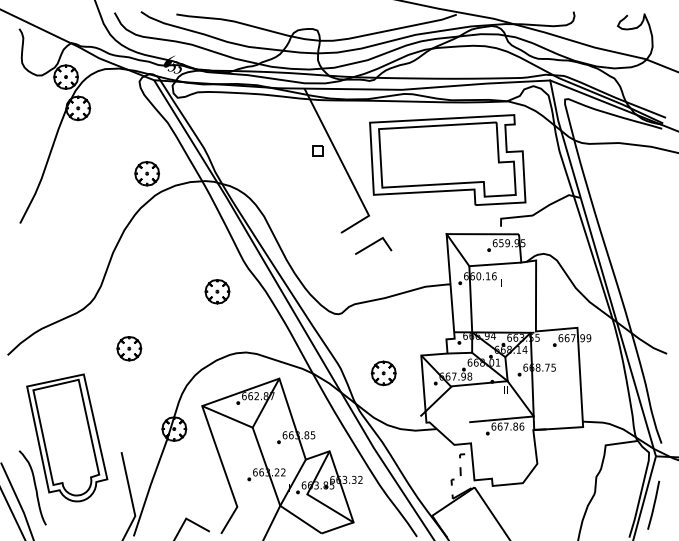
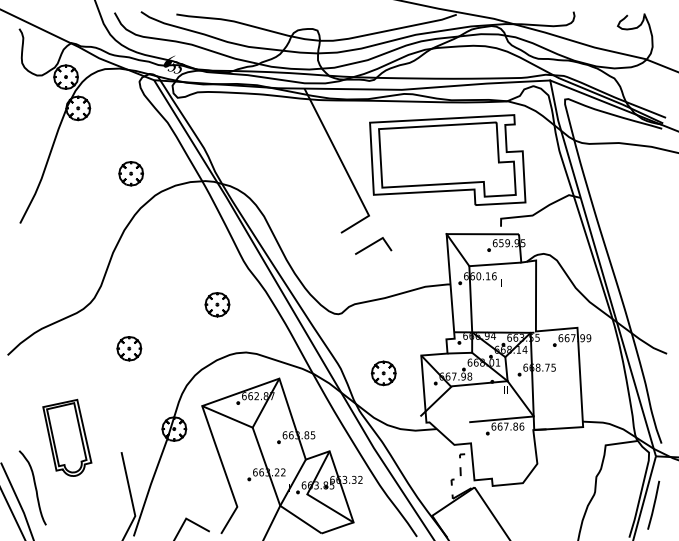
part at (317, 150): present -> none
part at (146, 173) position: (146, 173) -> (130, 173)
part at (217, 291) position: (217, 291) -> (217, 304)
part at (67, 437) size: 83x130 px -> 51x79 px
